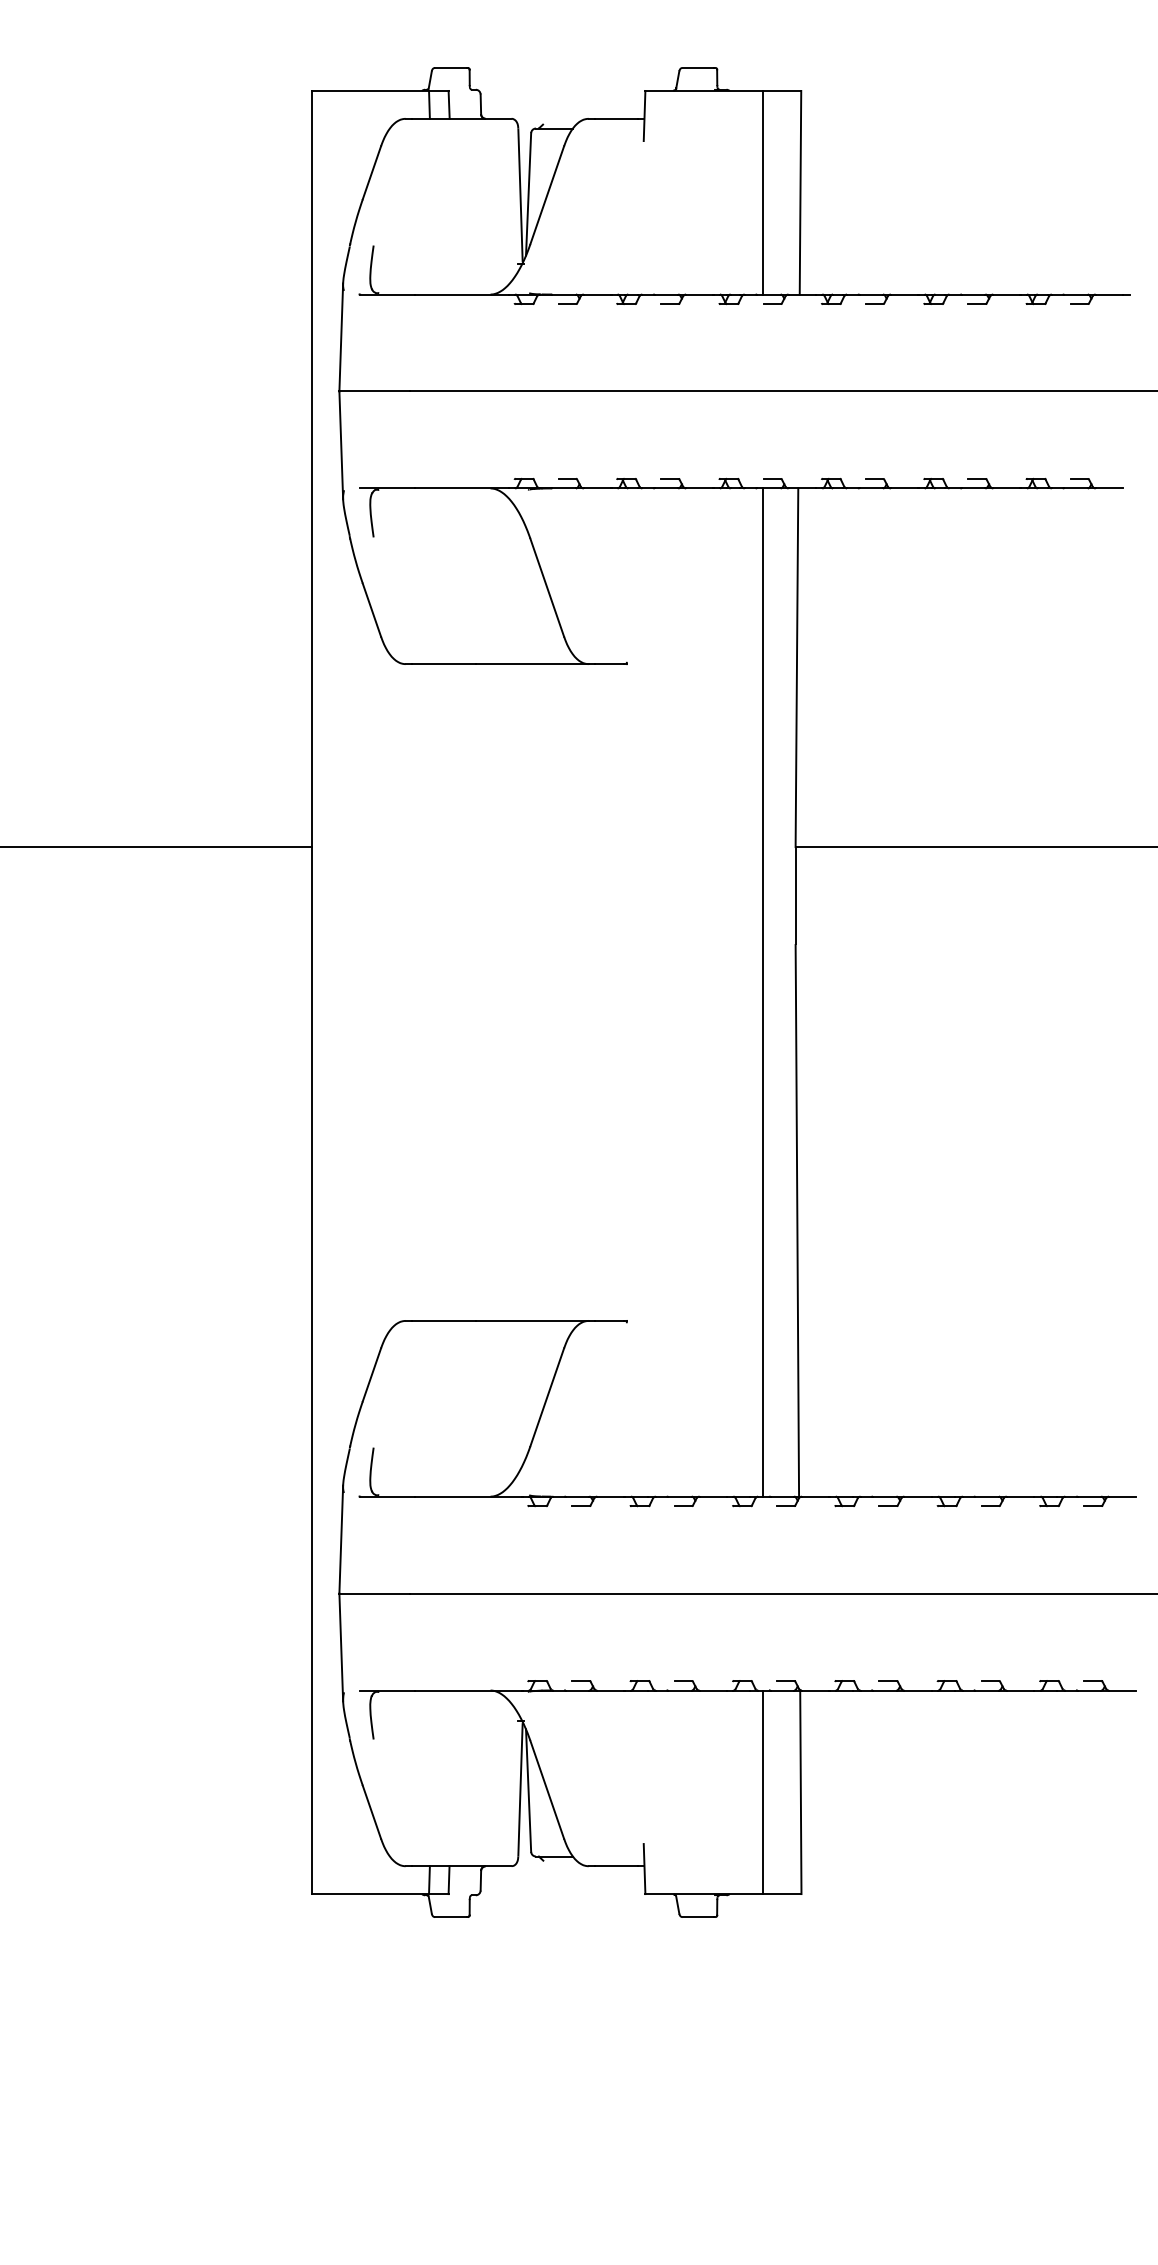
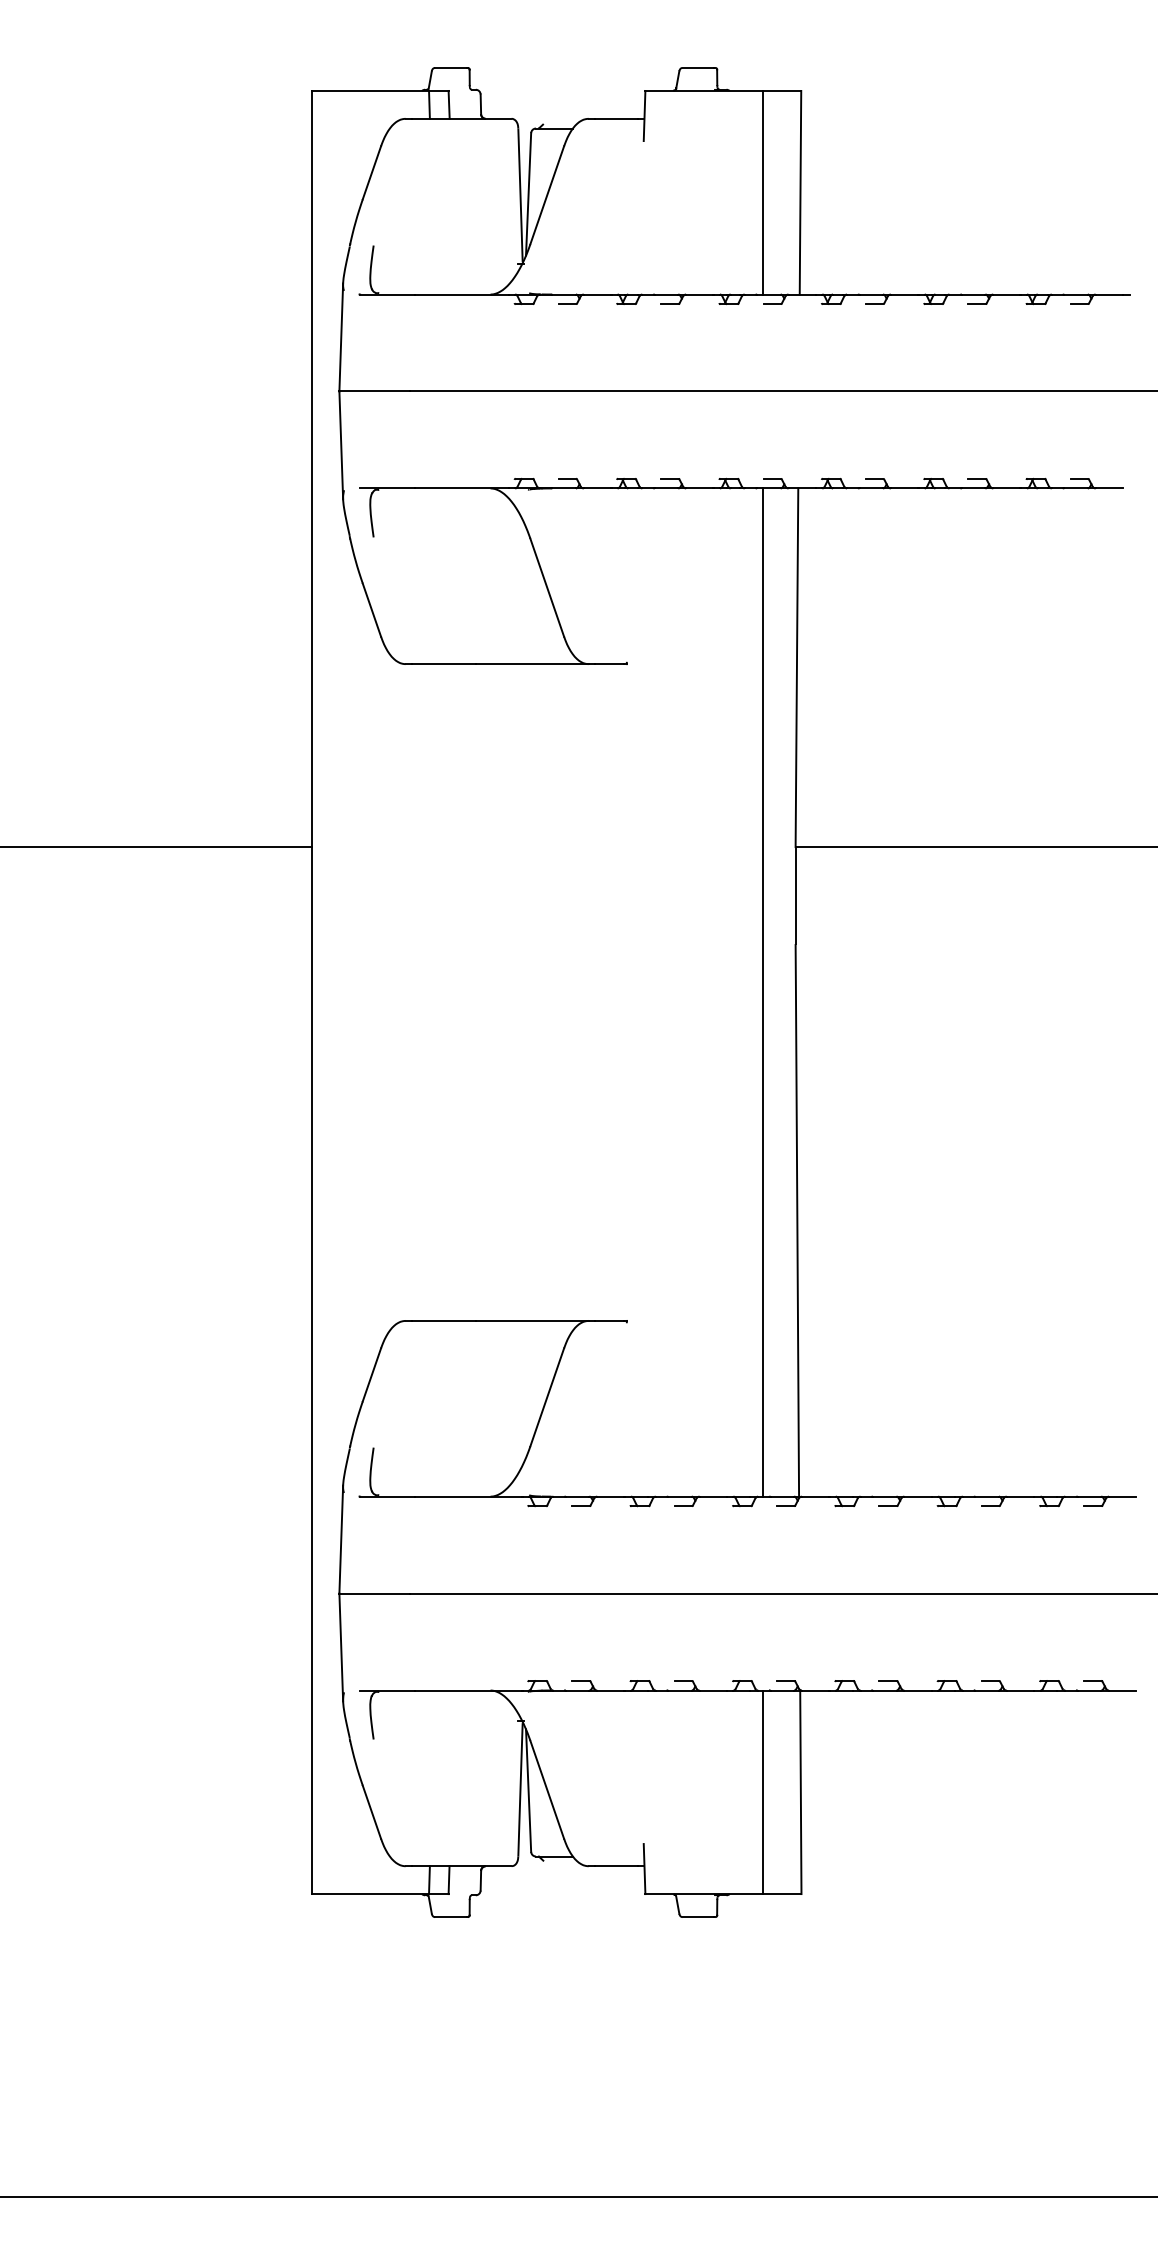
line at (578, 2197): none -> present
